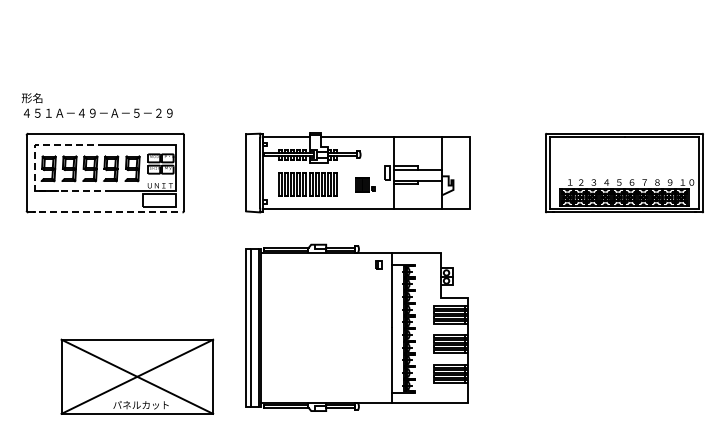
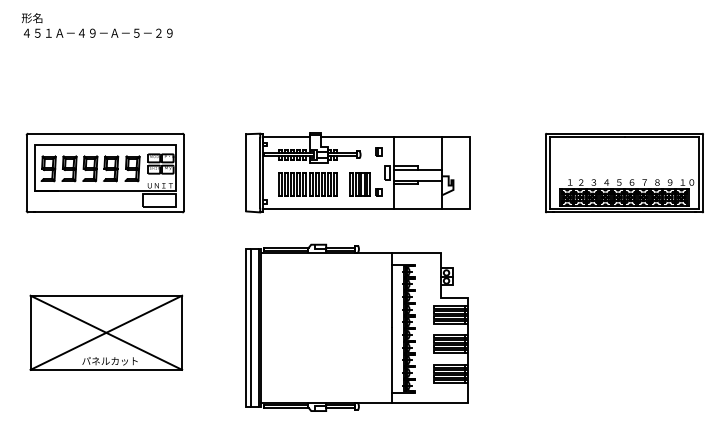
text at (96, 105) position: (96, 105) -> (96, 25)
line at (34, 168): dashed -> solid
part at (365, 184) size: 21x16 px -> 34x25 px
line at (105, 212): dashed -> solid
part at (378, 264) position: (378, 264) -> (378, 151)
part at (137, 376) position: (137, 376) -> (106, 332)
